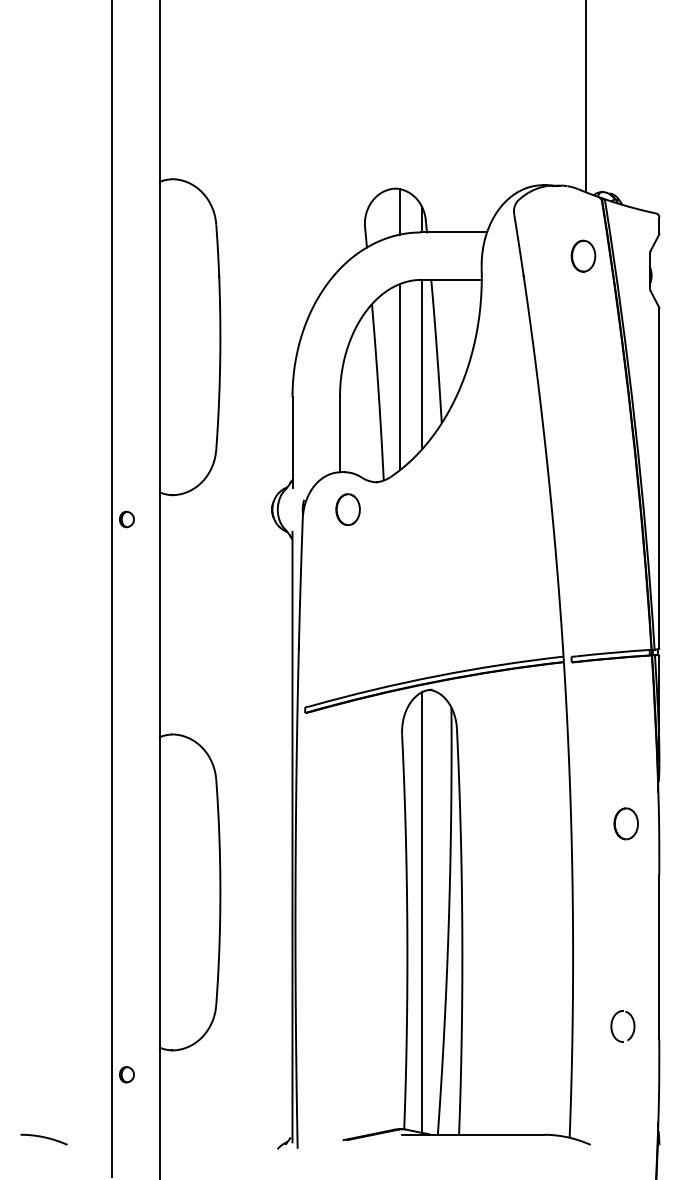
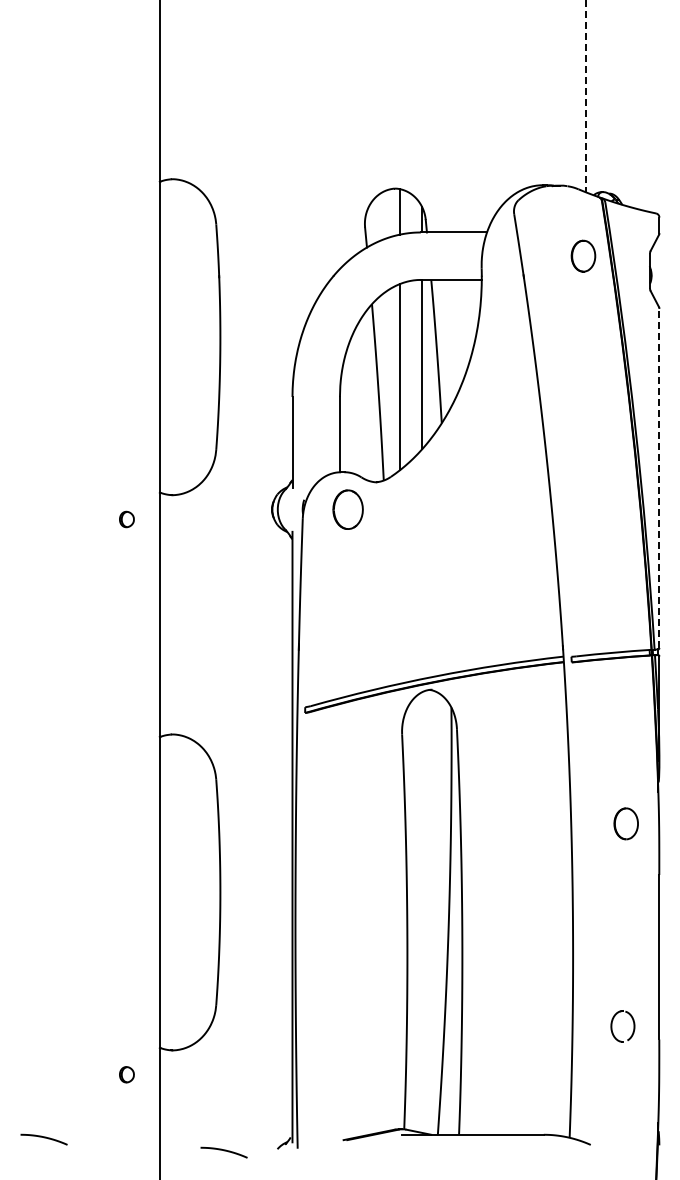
line at (586, 96): solid -> dashed
line at (659, 478): solid -> dashed
part at (347, 509) size: 26x33 px -> 32x41 px
line at (112, 589): present -> none
line at (422, 912): present -> none
curve at (224, 1151): none -> present
